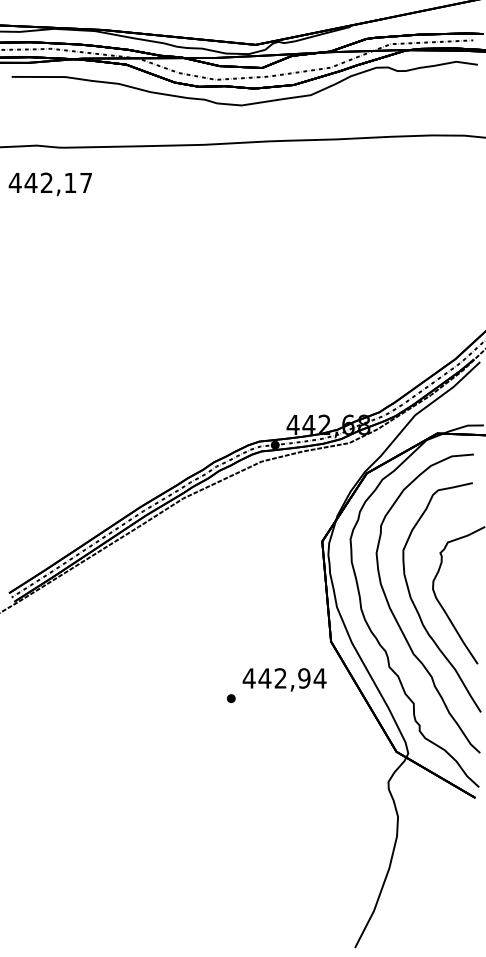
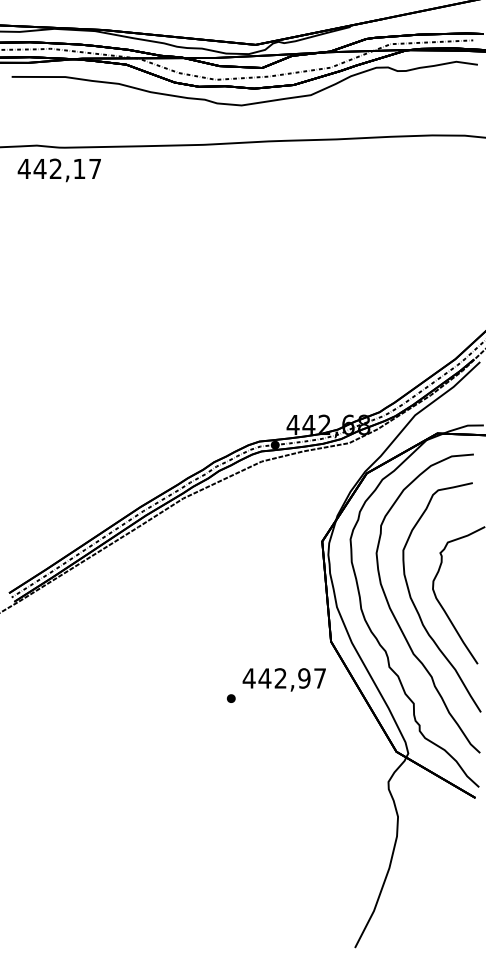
text at (49, 184) position: (49, 184) -> (58, 170)
text at (319, 678): 442,94 -> 442,97
